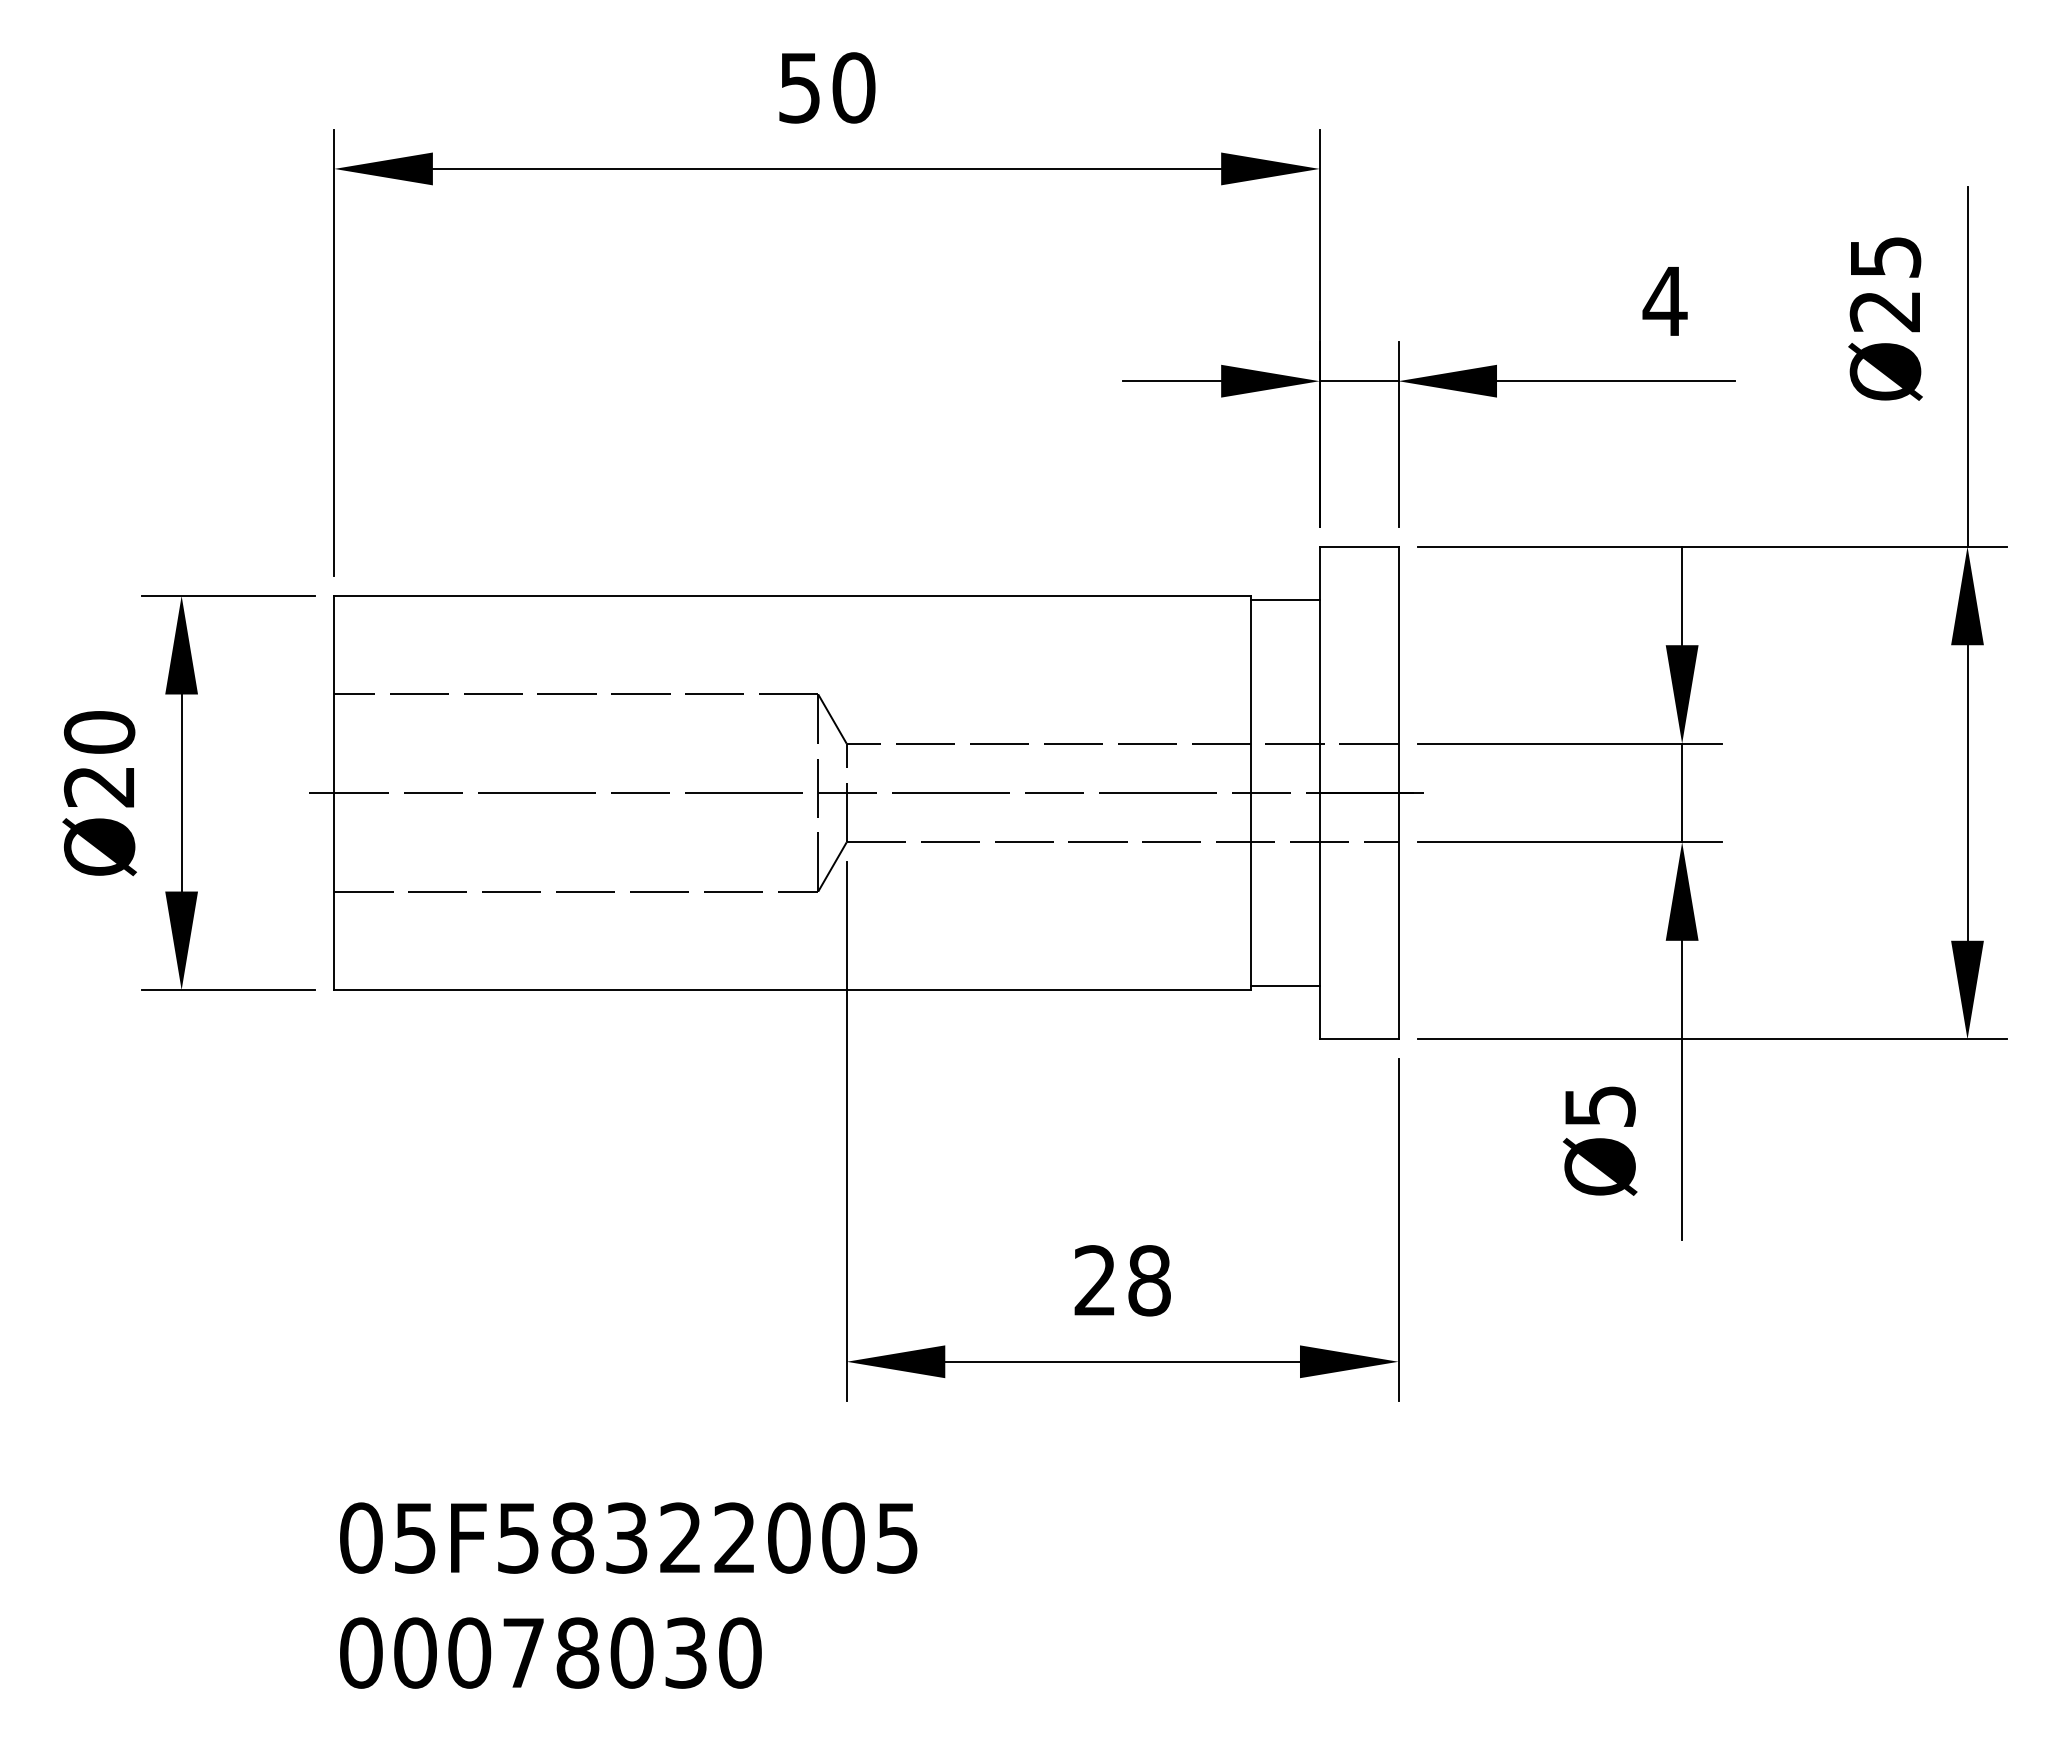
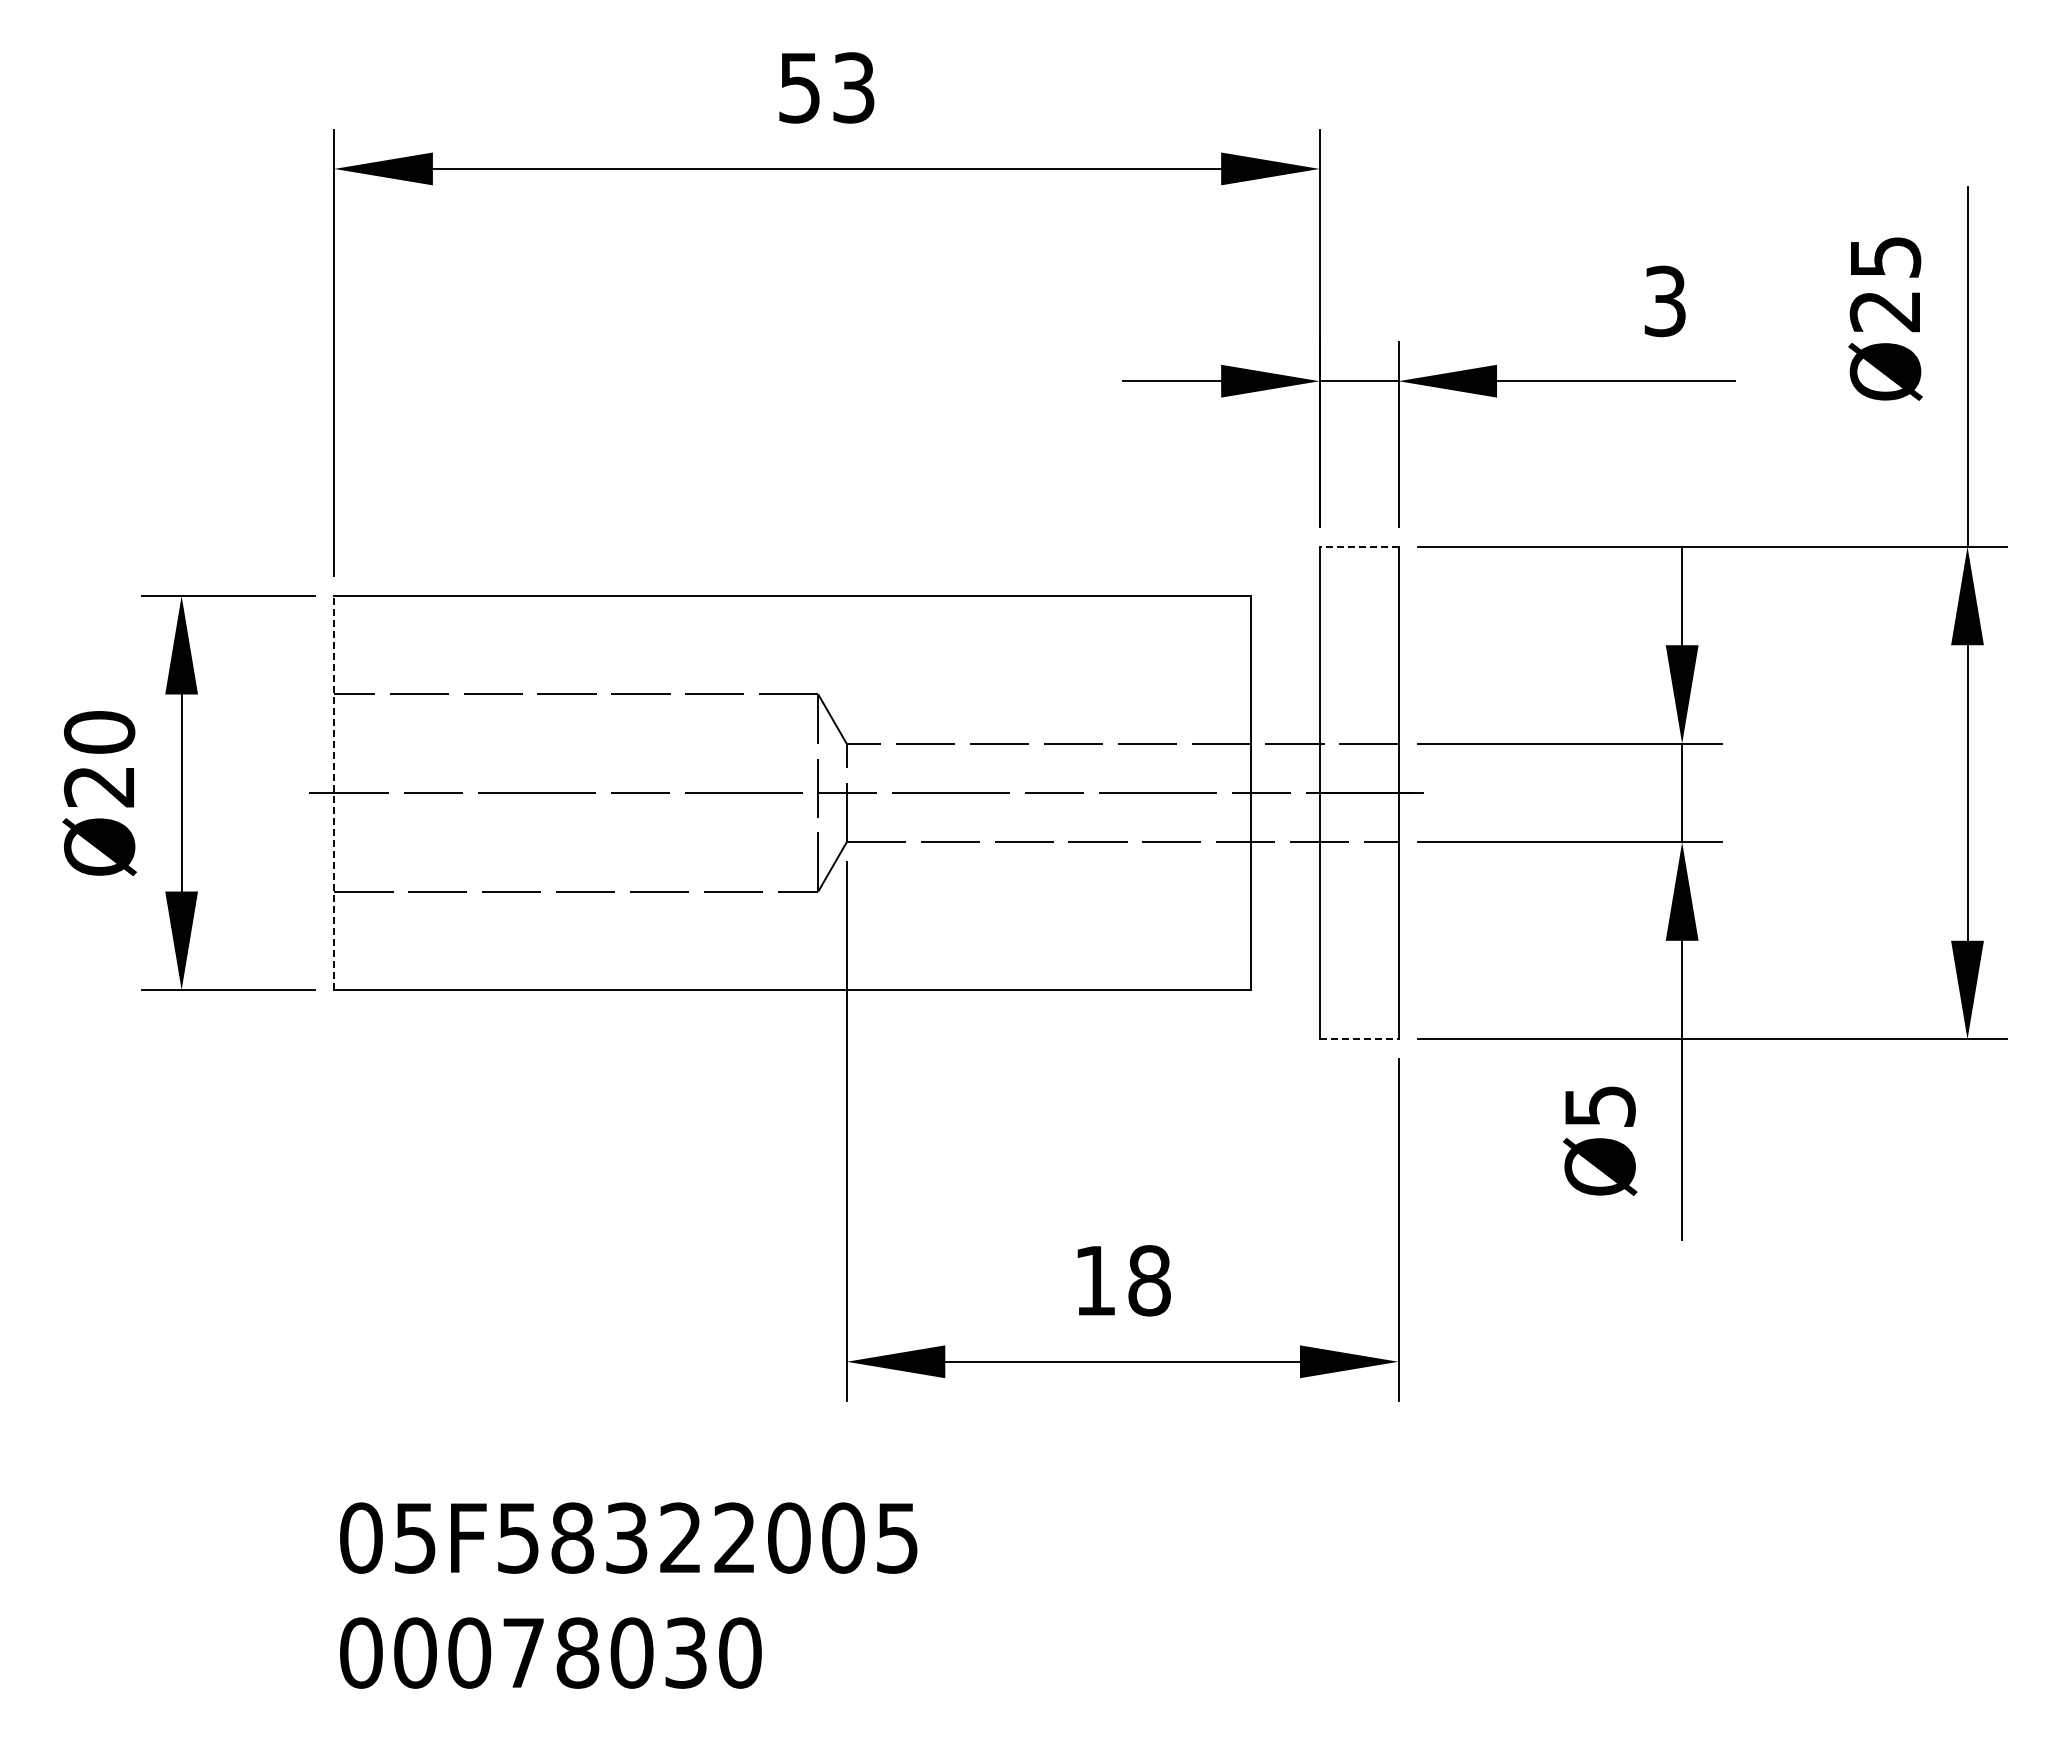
text at (853, 87): 50 -> 53
text at (1664, 301): 4 -> 3
line at (1358, 546): solid -> dashed
line at (1284, 599): present -> none
line at (334, 792): solid -> dashed
line at (1284, 986): present -> none
line at (1359, 1039): solid -> dashed
text at (1094, 1280): 28 -> 18
